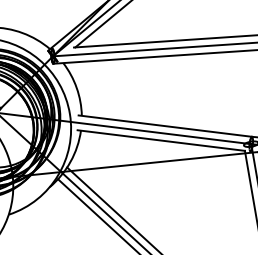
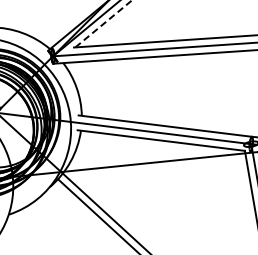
line at (103, 23): solid -> dashed
line at (113, 209): present -> none
